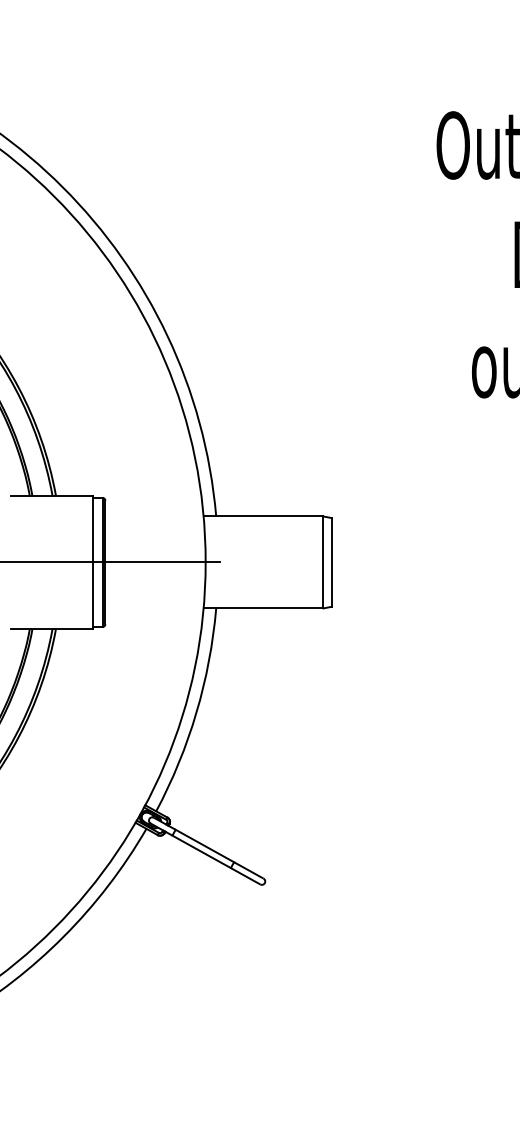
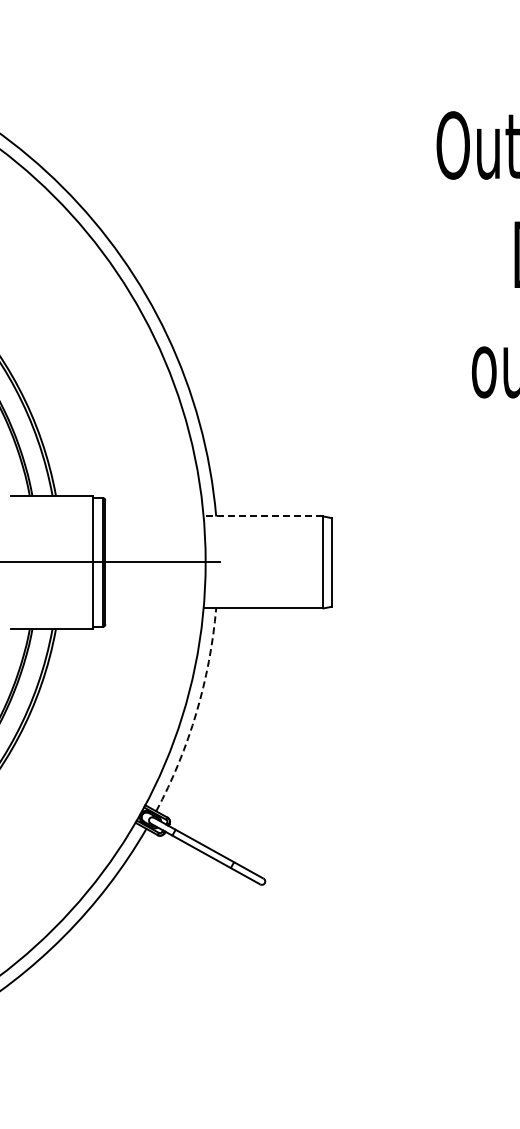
line at (263, 516): solid -> dashed
arc at (196, 712): solid -> dashed
